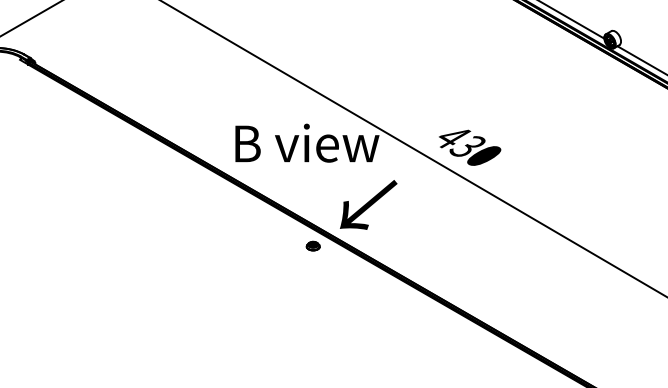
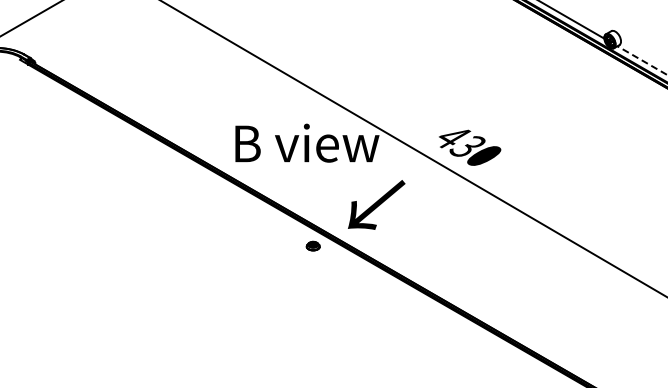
line at (642, 60): solid -> dashed
text at (368, 204) position: (368, 204) -> (376, 204)
